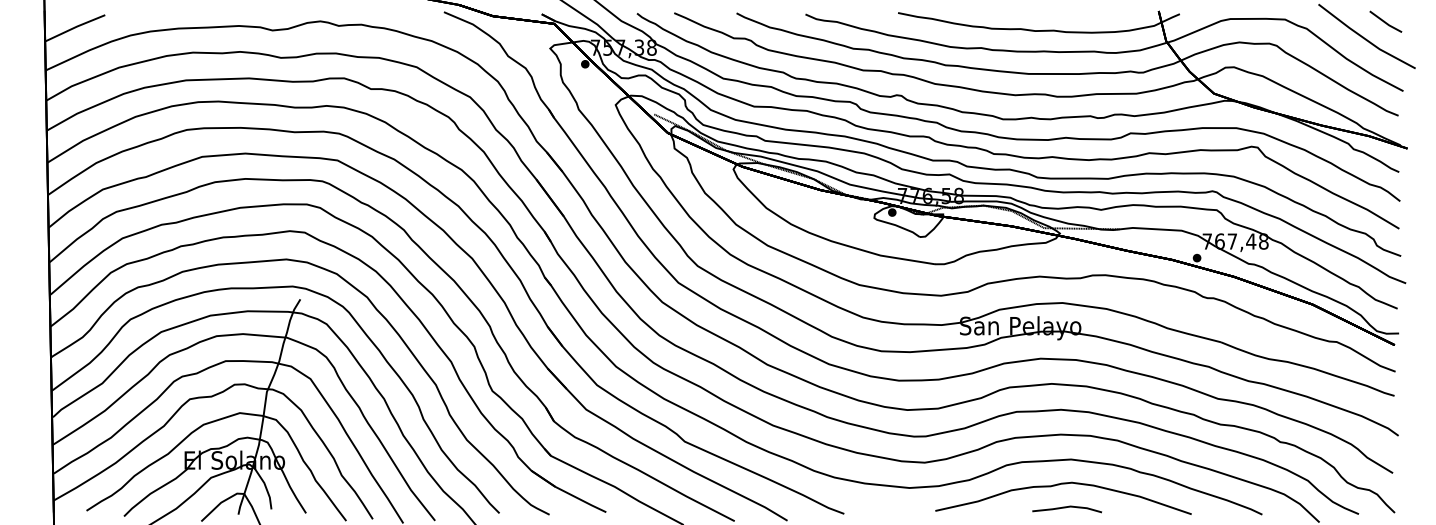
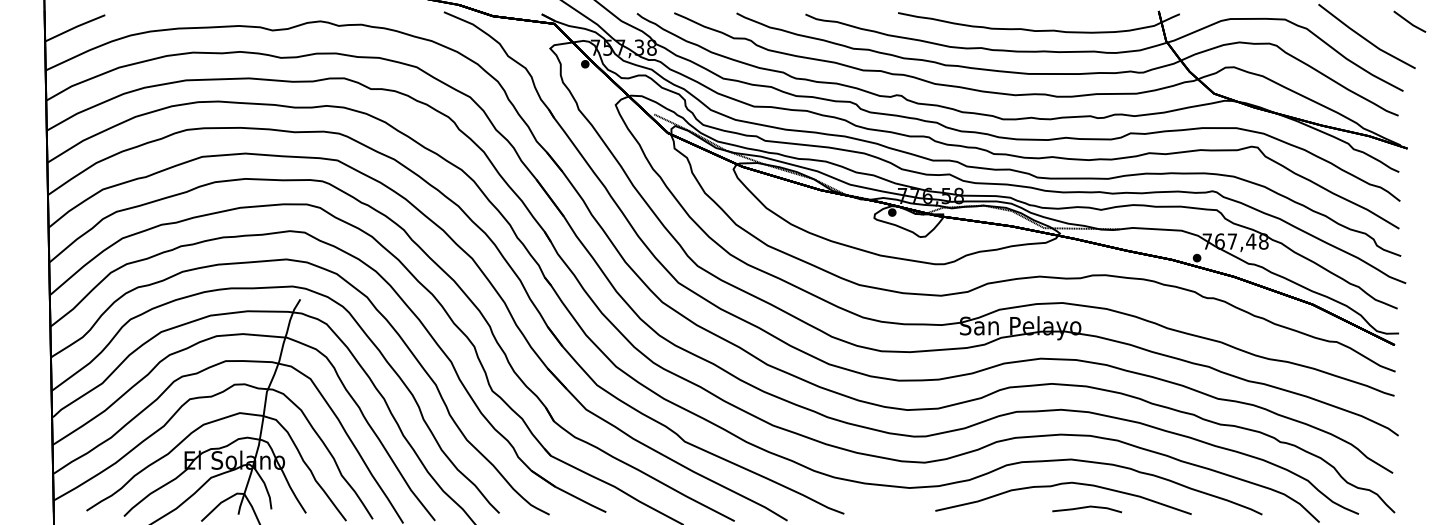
line at (1385, 21) position: (1385, 21) -> (1409, 21)
line at (1066, 508) position: (1066, 508) -> (1086, 508)
